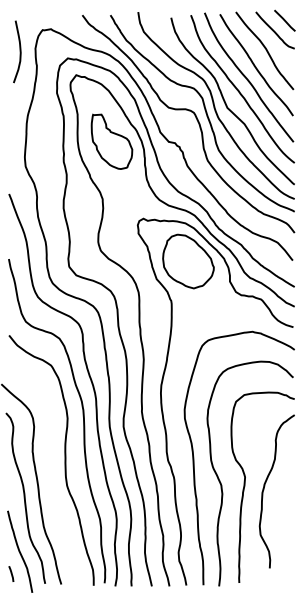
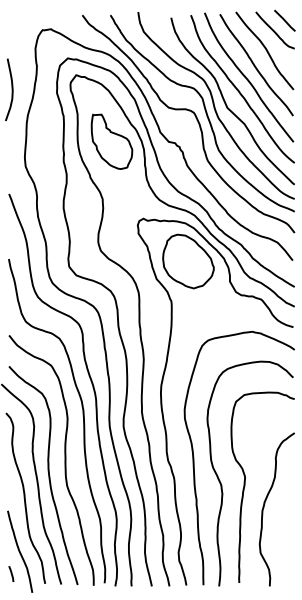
curve at (19, 51) position: (19, 51) -> (11, 89)
curve at (48, 475): none -> present
curve at (264, 490) position: (264, 490) -> (264, 508)
